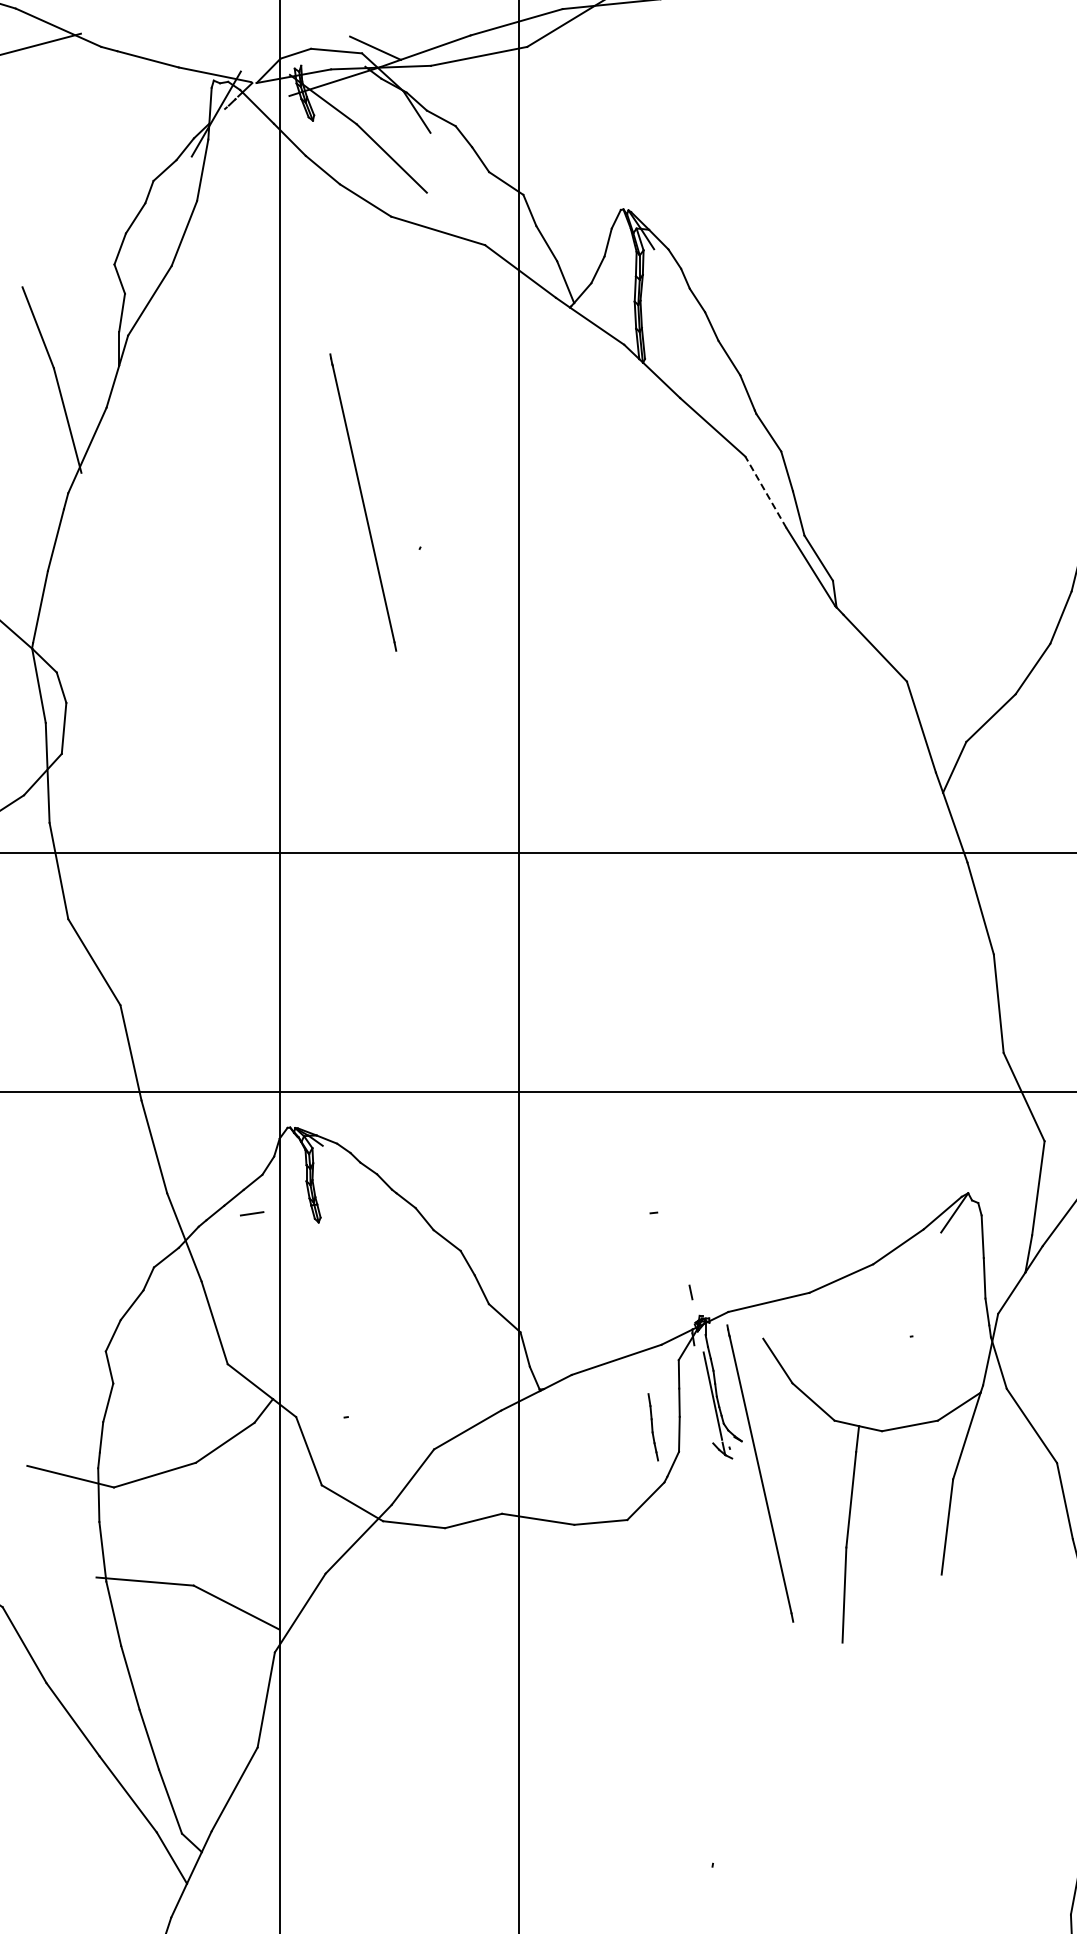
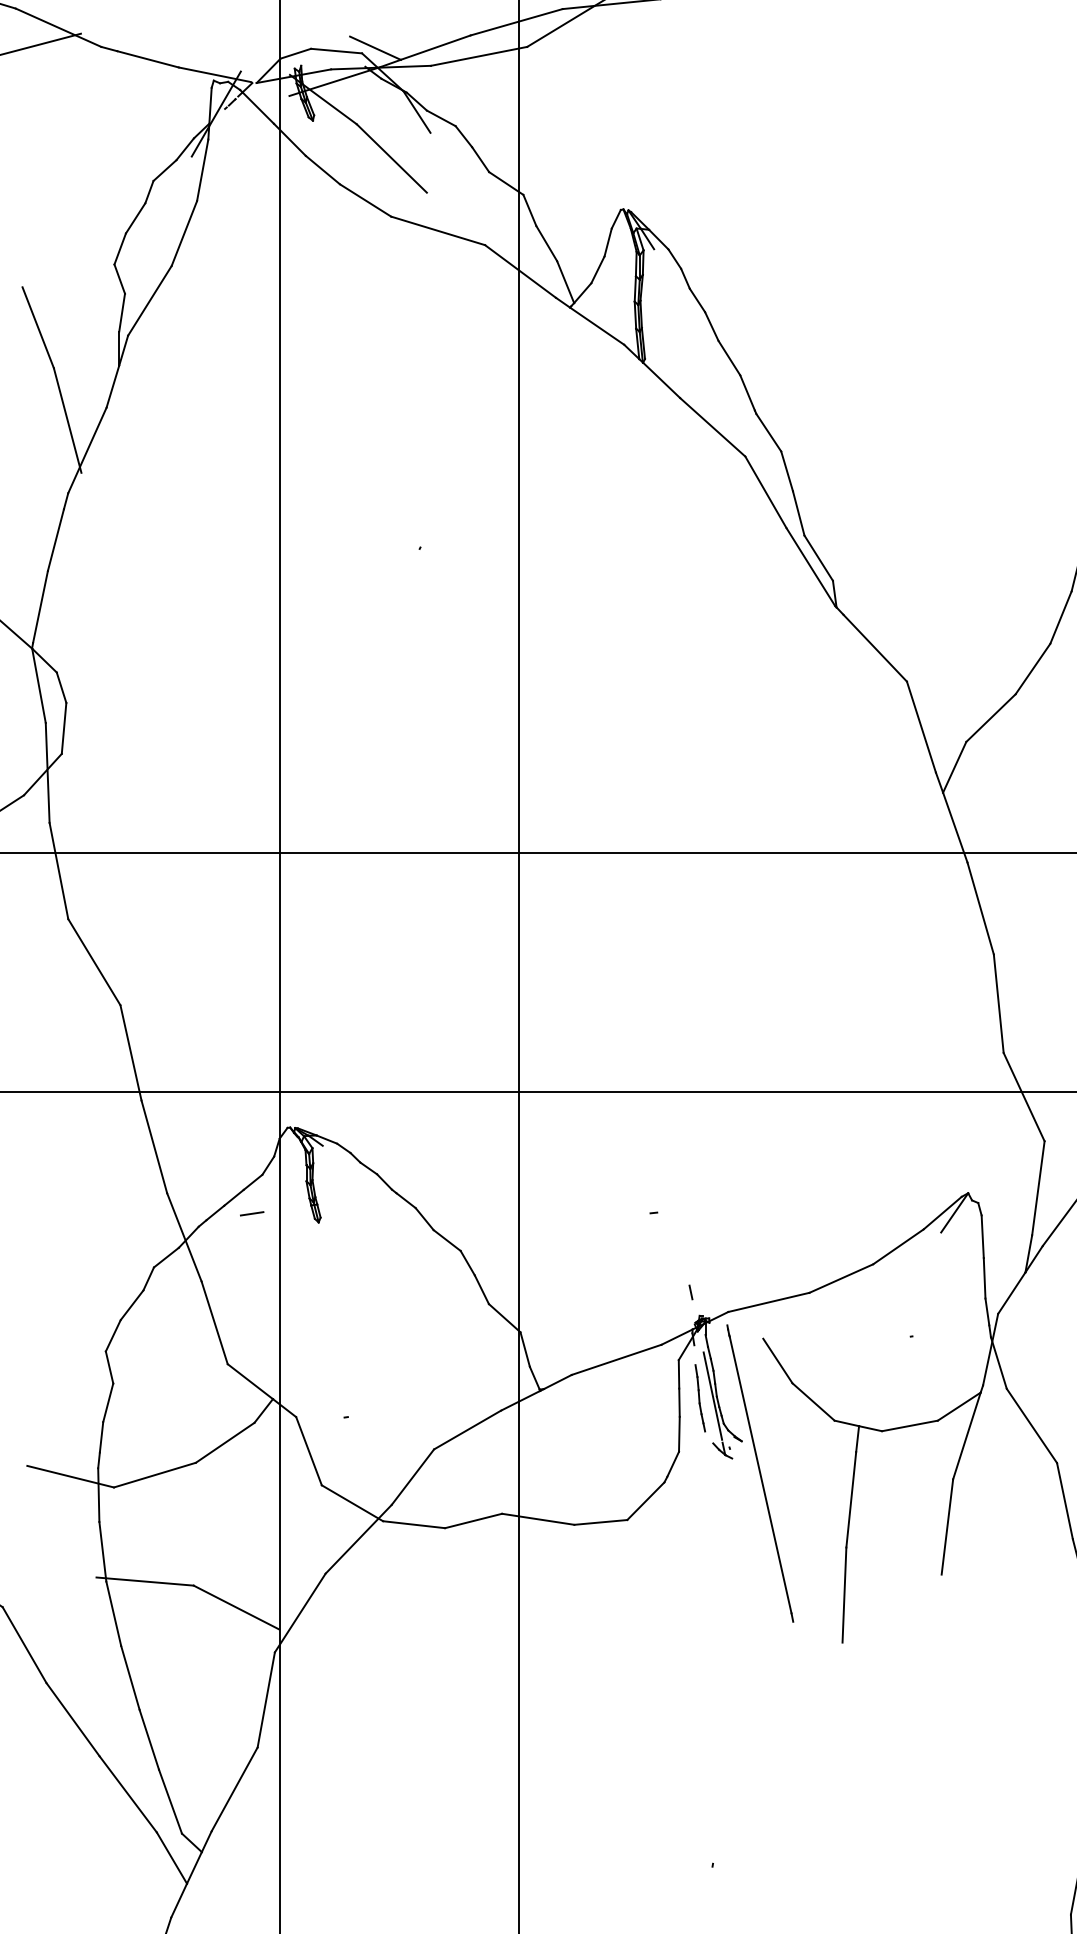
line at (765, 491): dashed -> solid
line at (363, 502): present -> none
part at (652, 1427) position: (652, 1427) -> (699, 1398)
